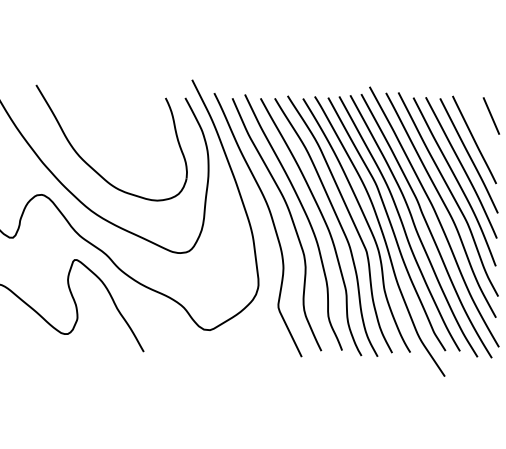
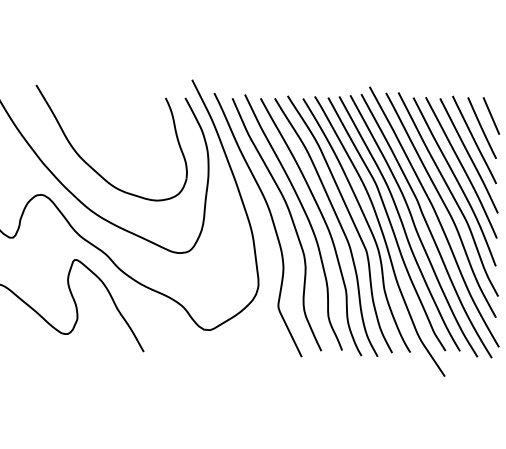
line at (481, 128): none -> present
